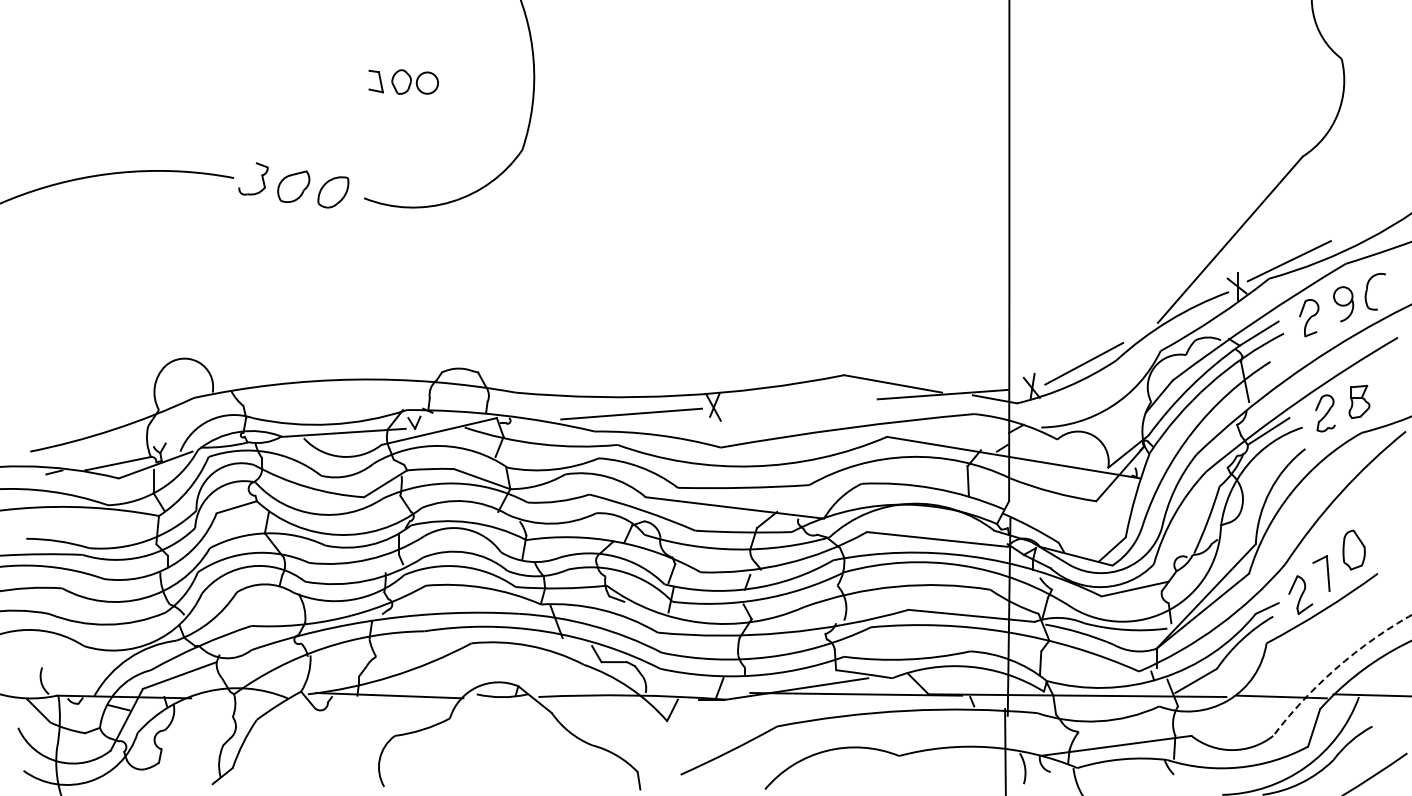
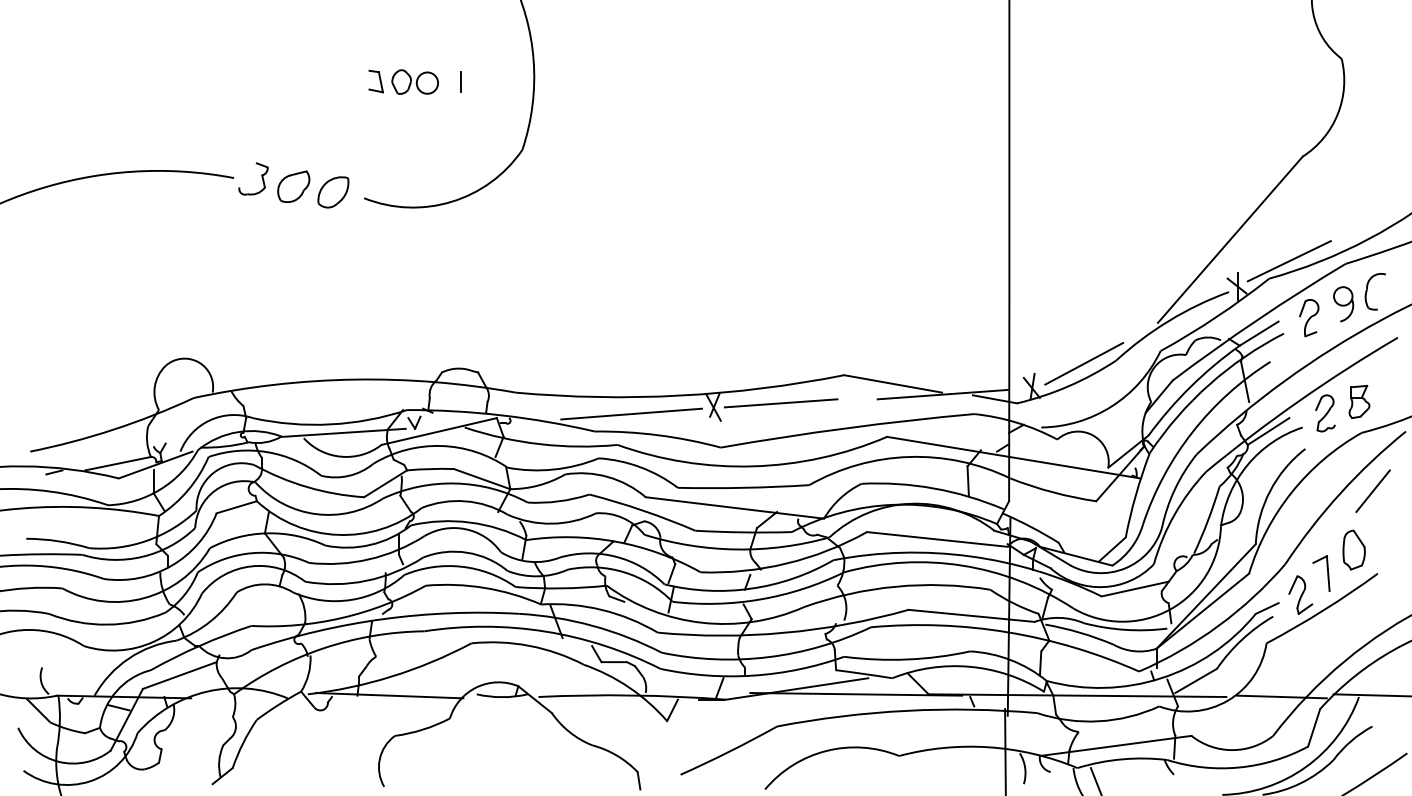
line at (460, 81): none -> present
line at (780, 403): none -> present
line at (1372, 490): none -> present
arc at (1335, 668): dashed -> solid
line at (1095, 780): none -> present
